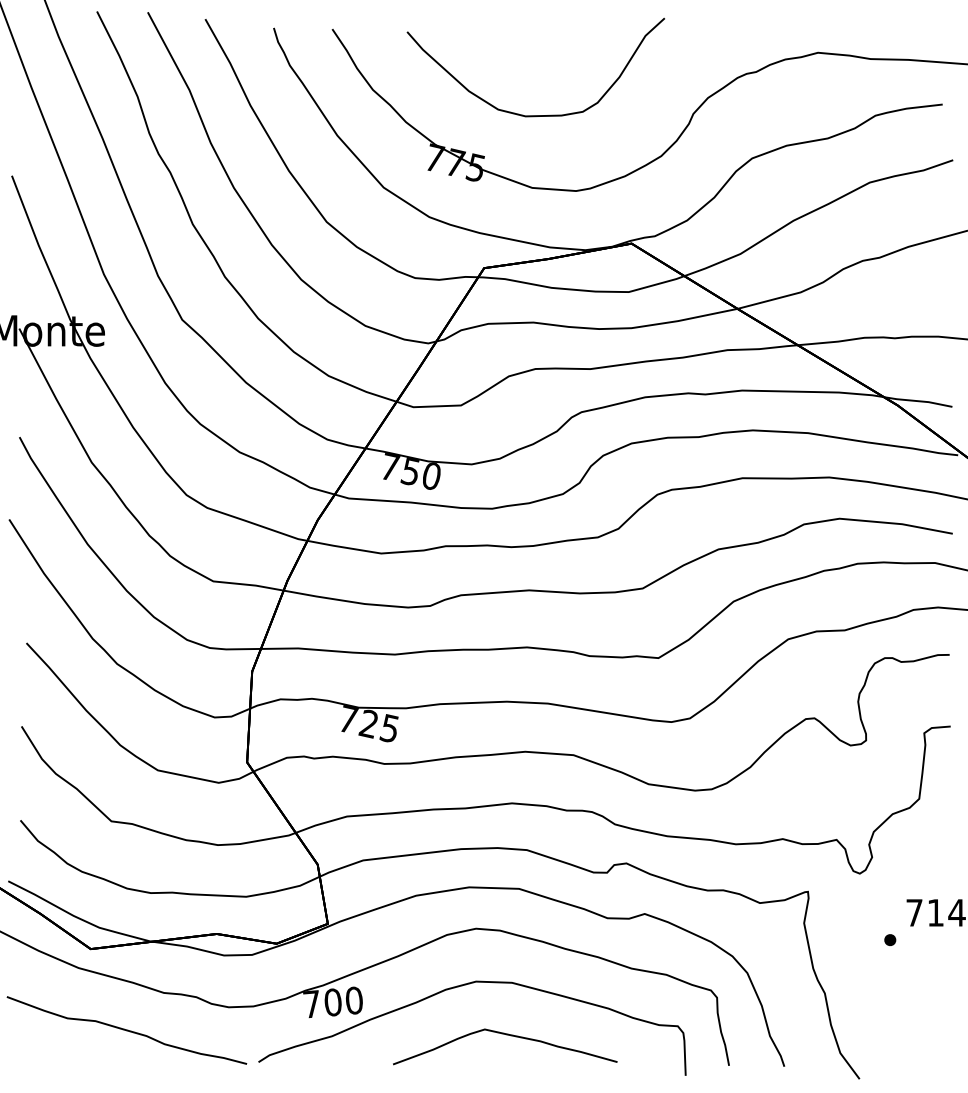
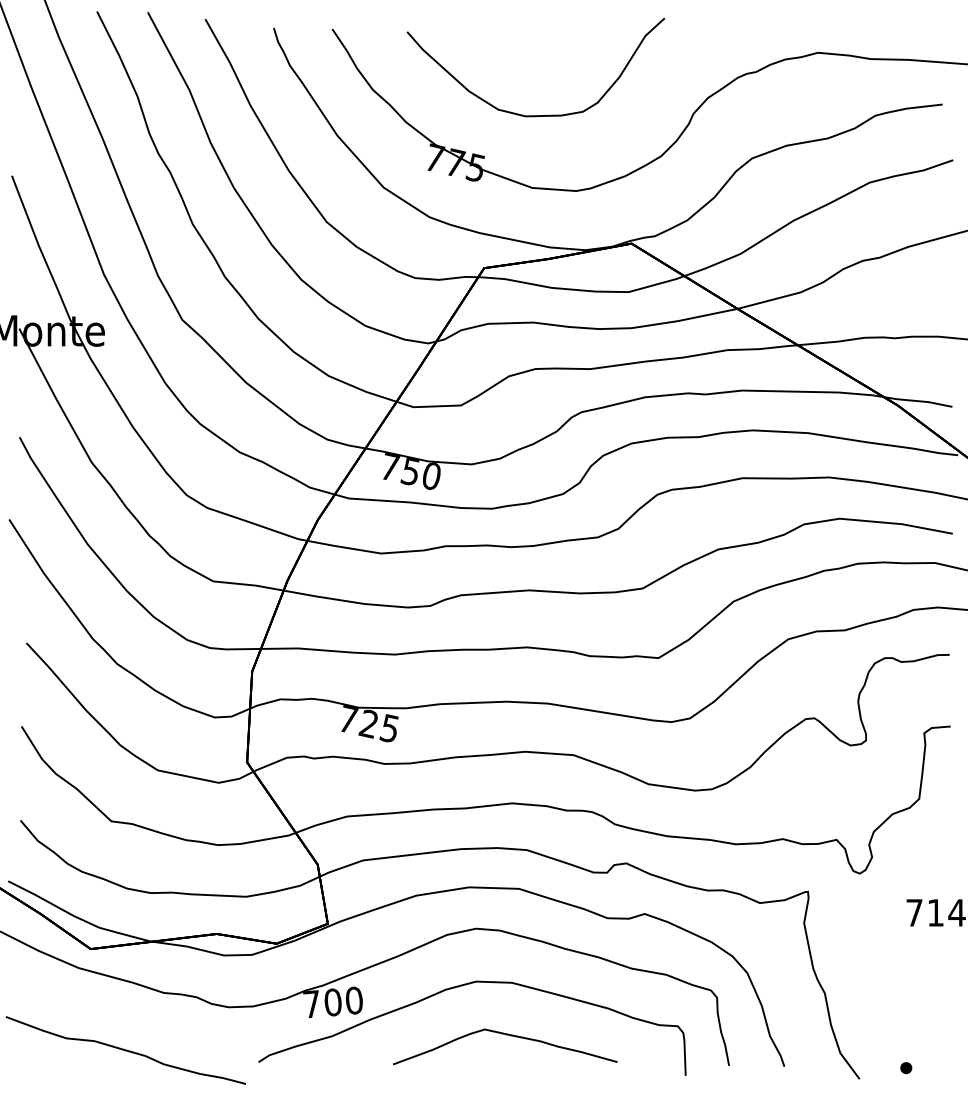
part at (890, 939) position: (890, 939) -> (906, 1067)
curve at (126, 1030) position: (126, 1030) -> (125, 1050)
